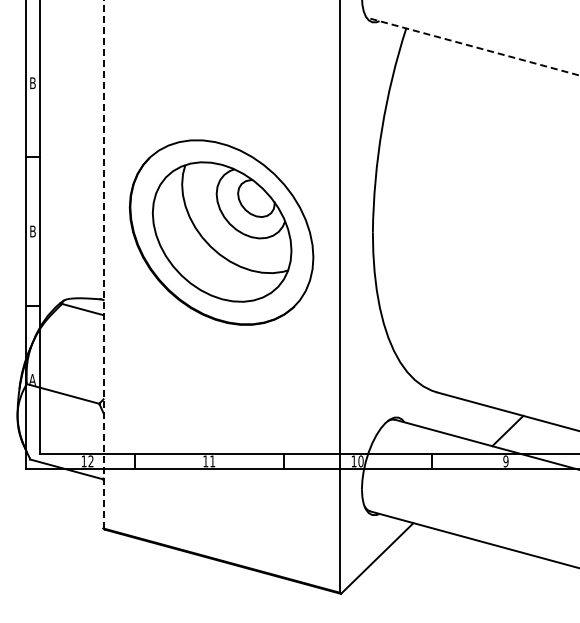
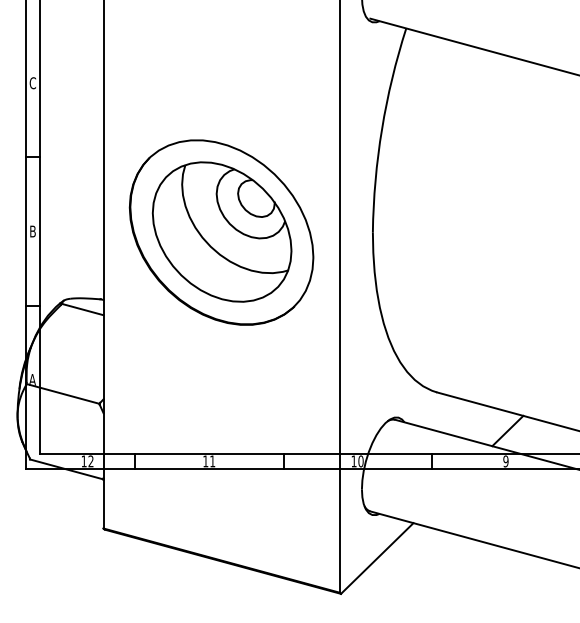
line at (475, 47): dashed -> solid
text at (32, 83): B -> C
line at (103, 264): dashed -> solid
